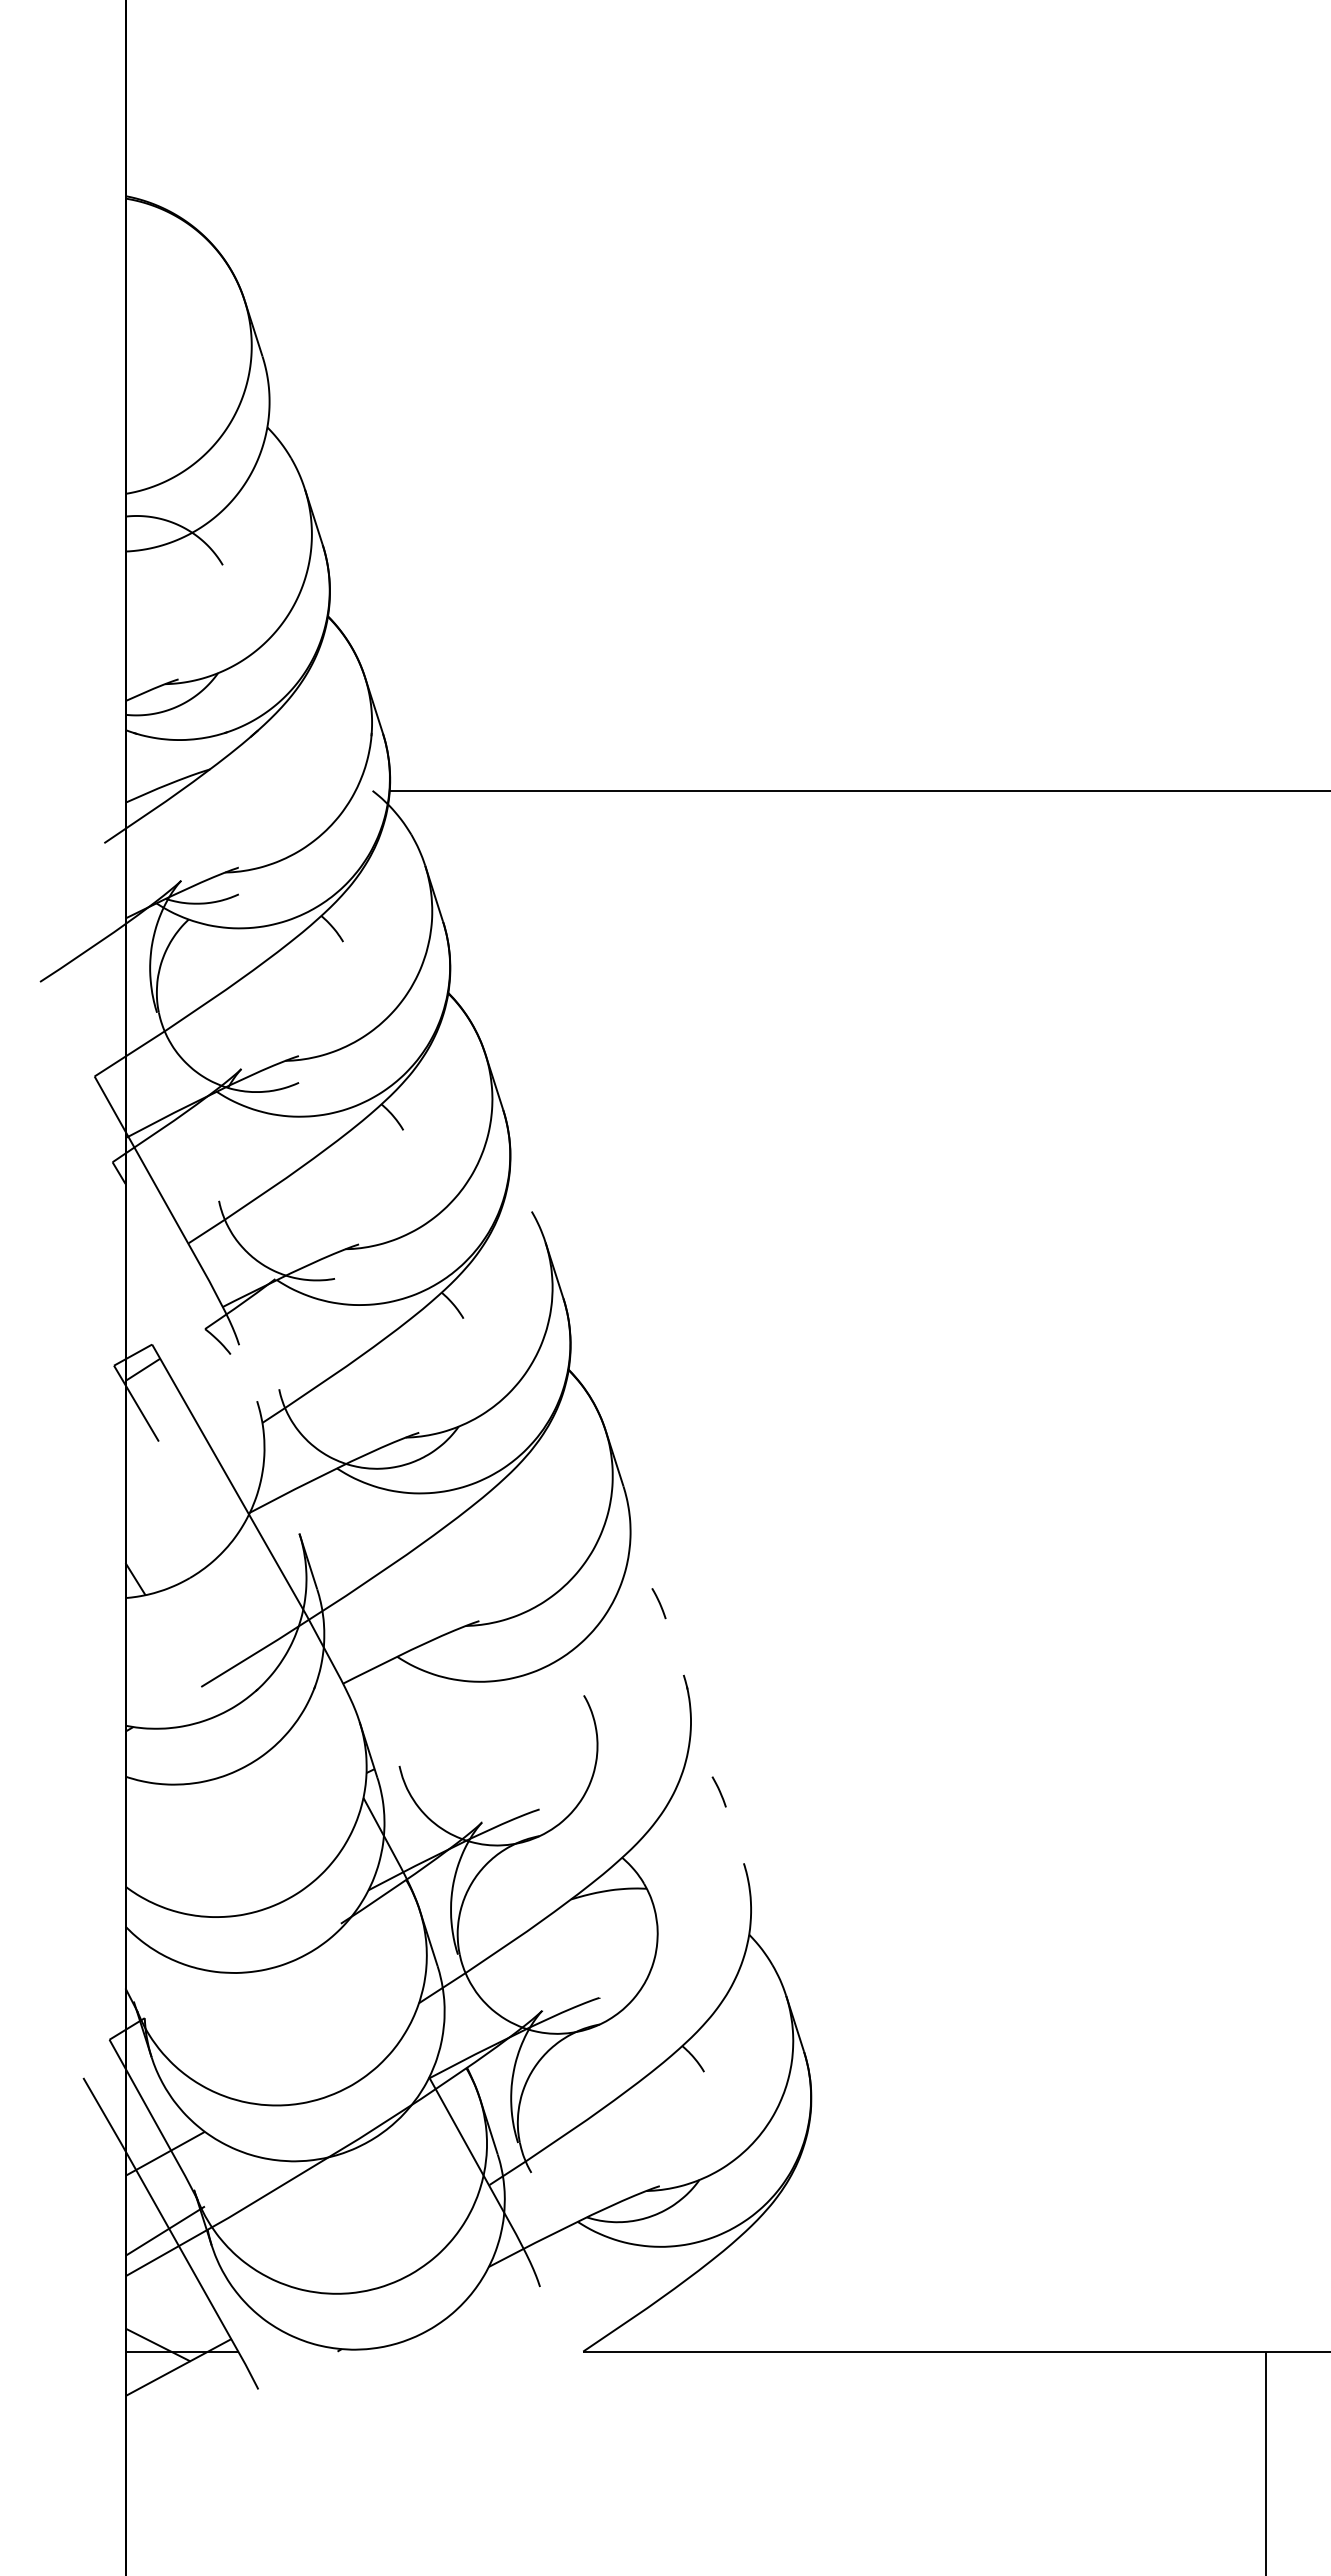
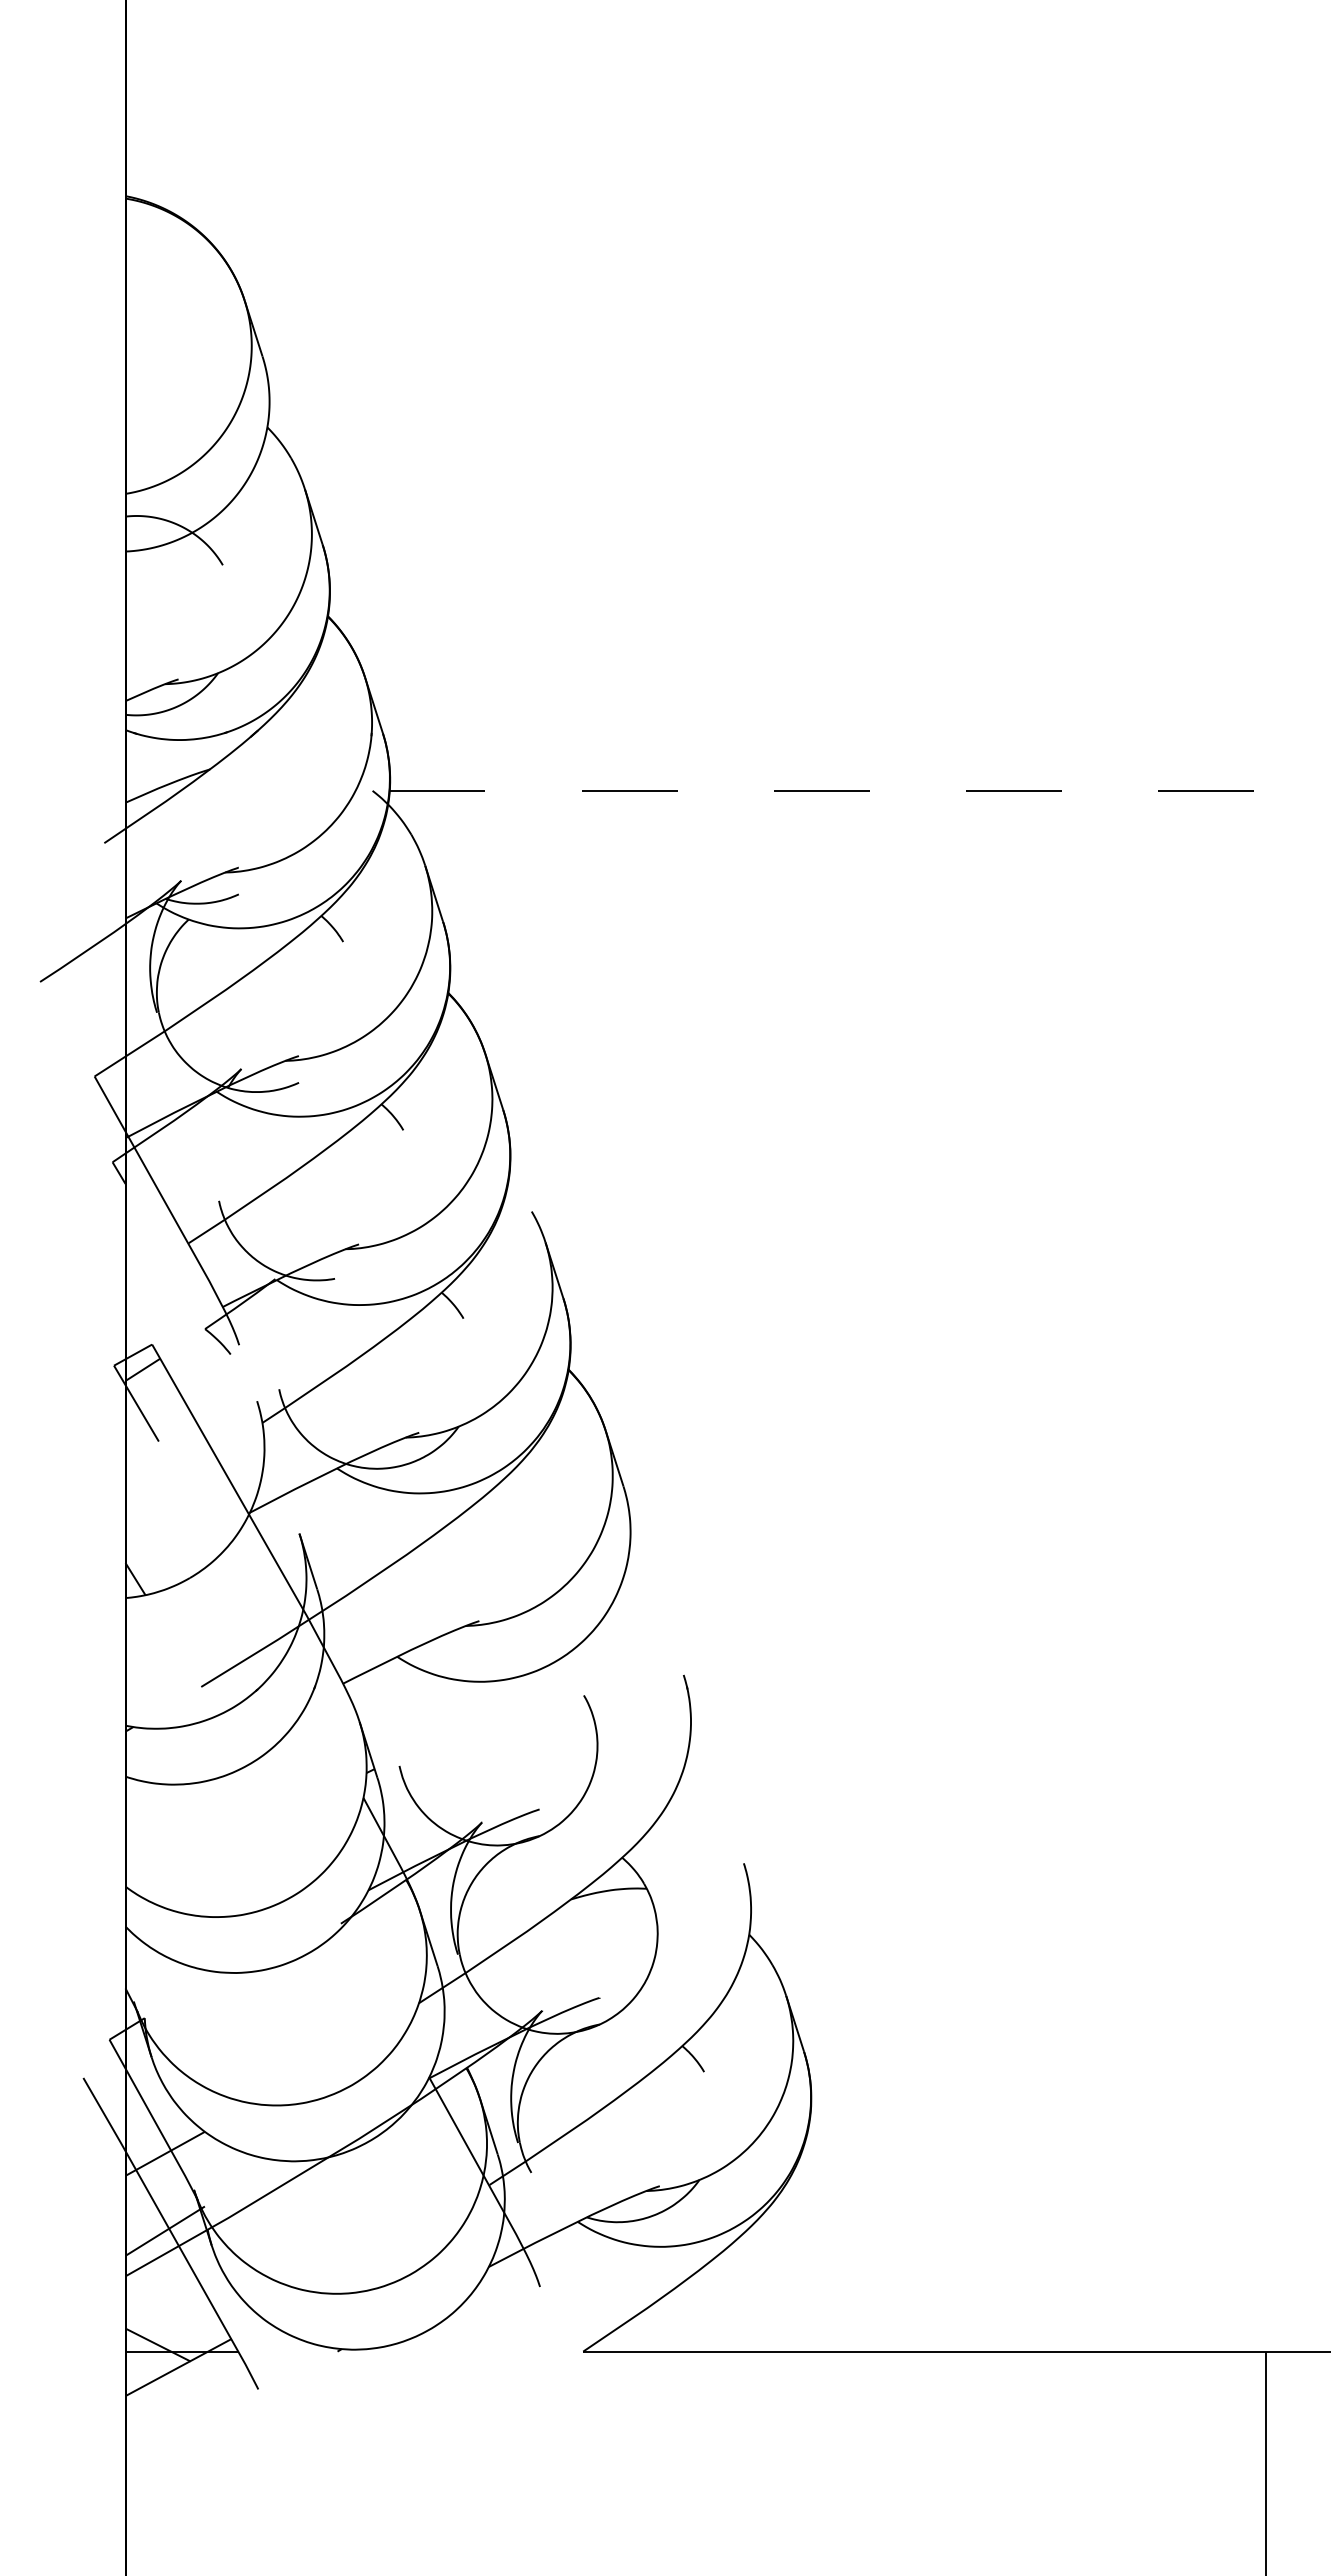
line at (860, 790): solid -> dashed
curve at (658, 1602): present -> none
line at (718, 1791): present -> none
